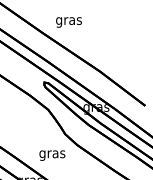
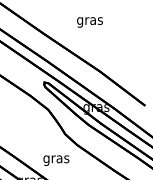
text at (68, 22) position: (68, 22) -> (89, 22)
text at (52, 155) position: (52, 155) -> (56, 160)
